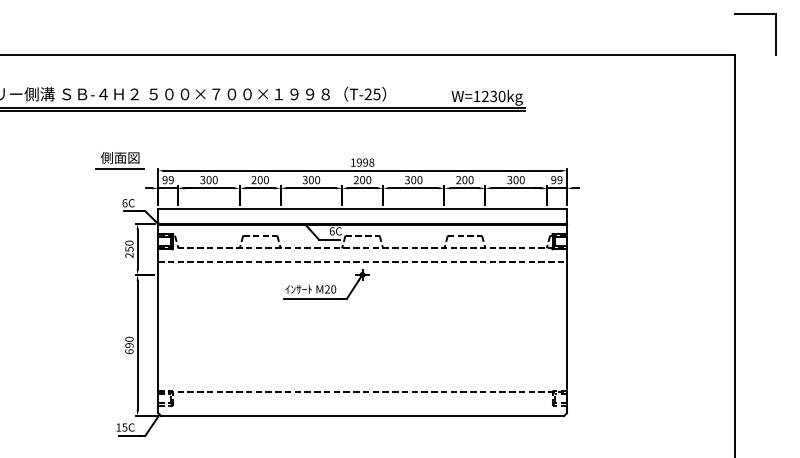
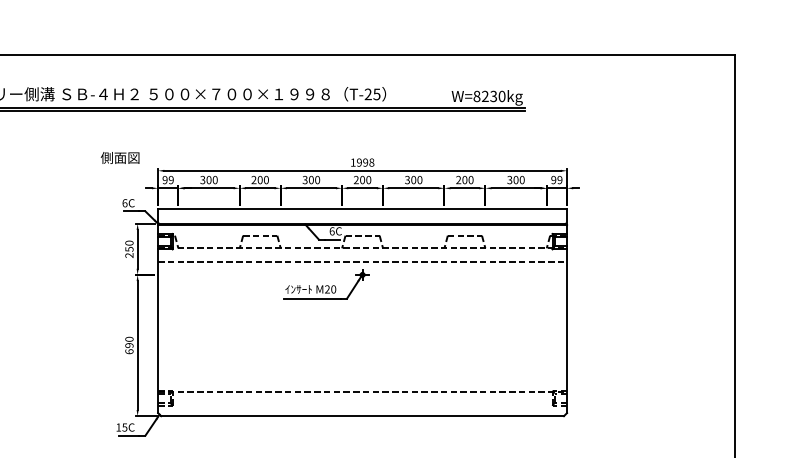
part at (755, 14): present -> none
text at (476, 96): W=1230kg -> W=8230kg
line at (119, 168): present -> none
